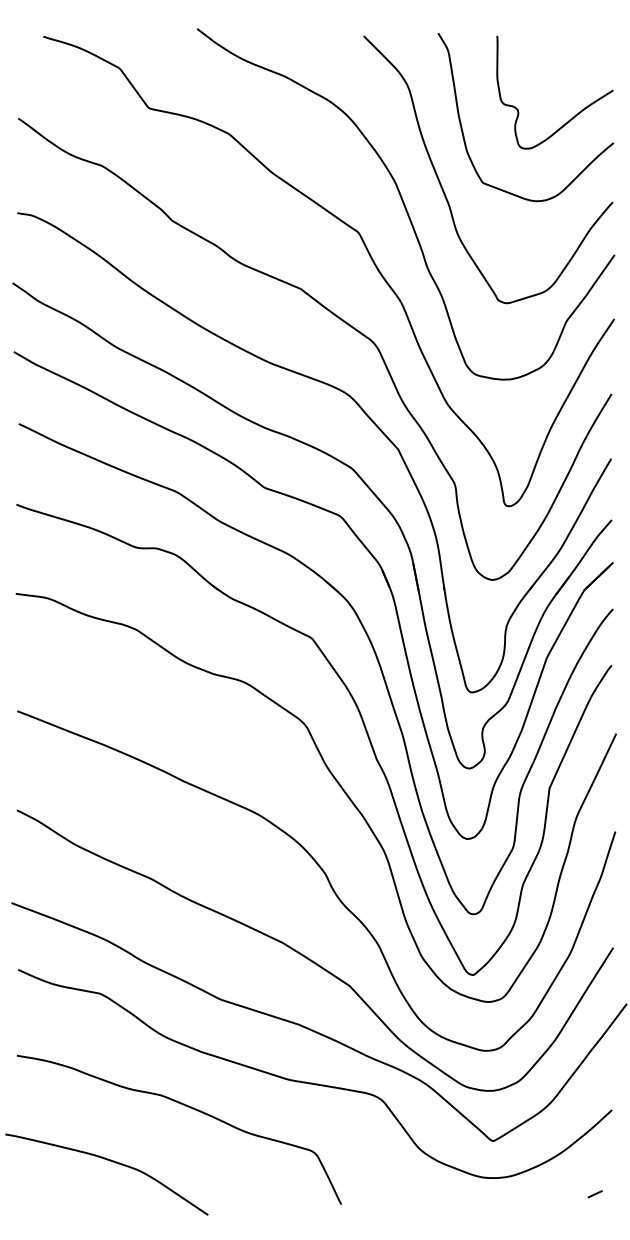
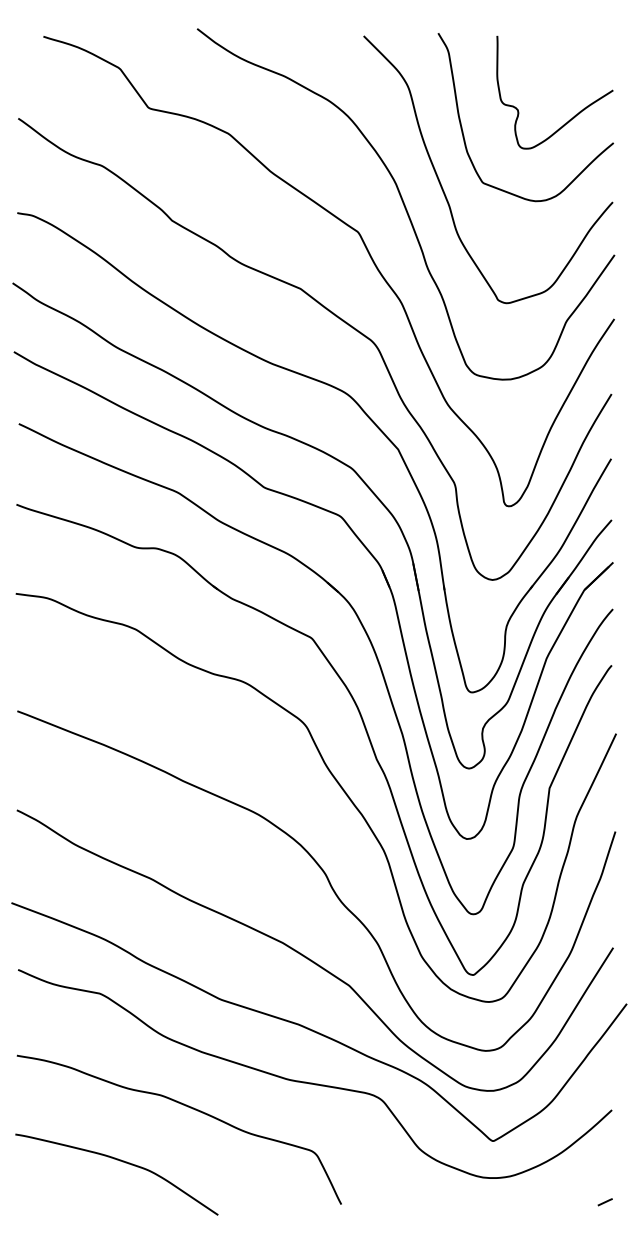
curve at (109, 1161) position: (109, 1161) -> (119, 1161)
line at (594, 1194) position: (594, 1194) -> (604, 1202)
